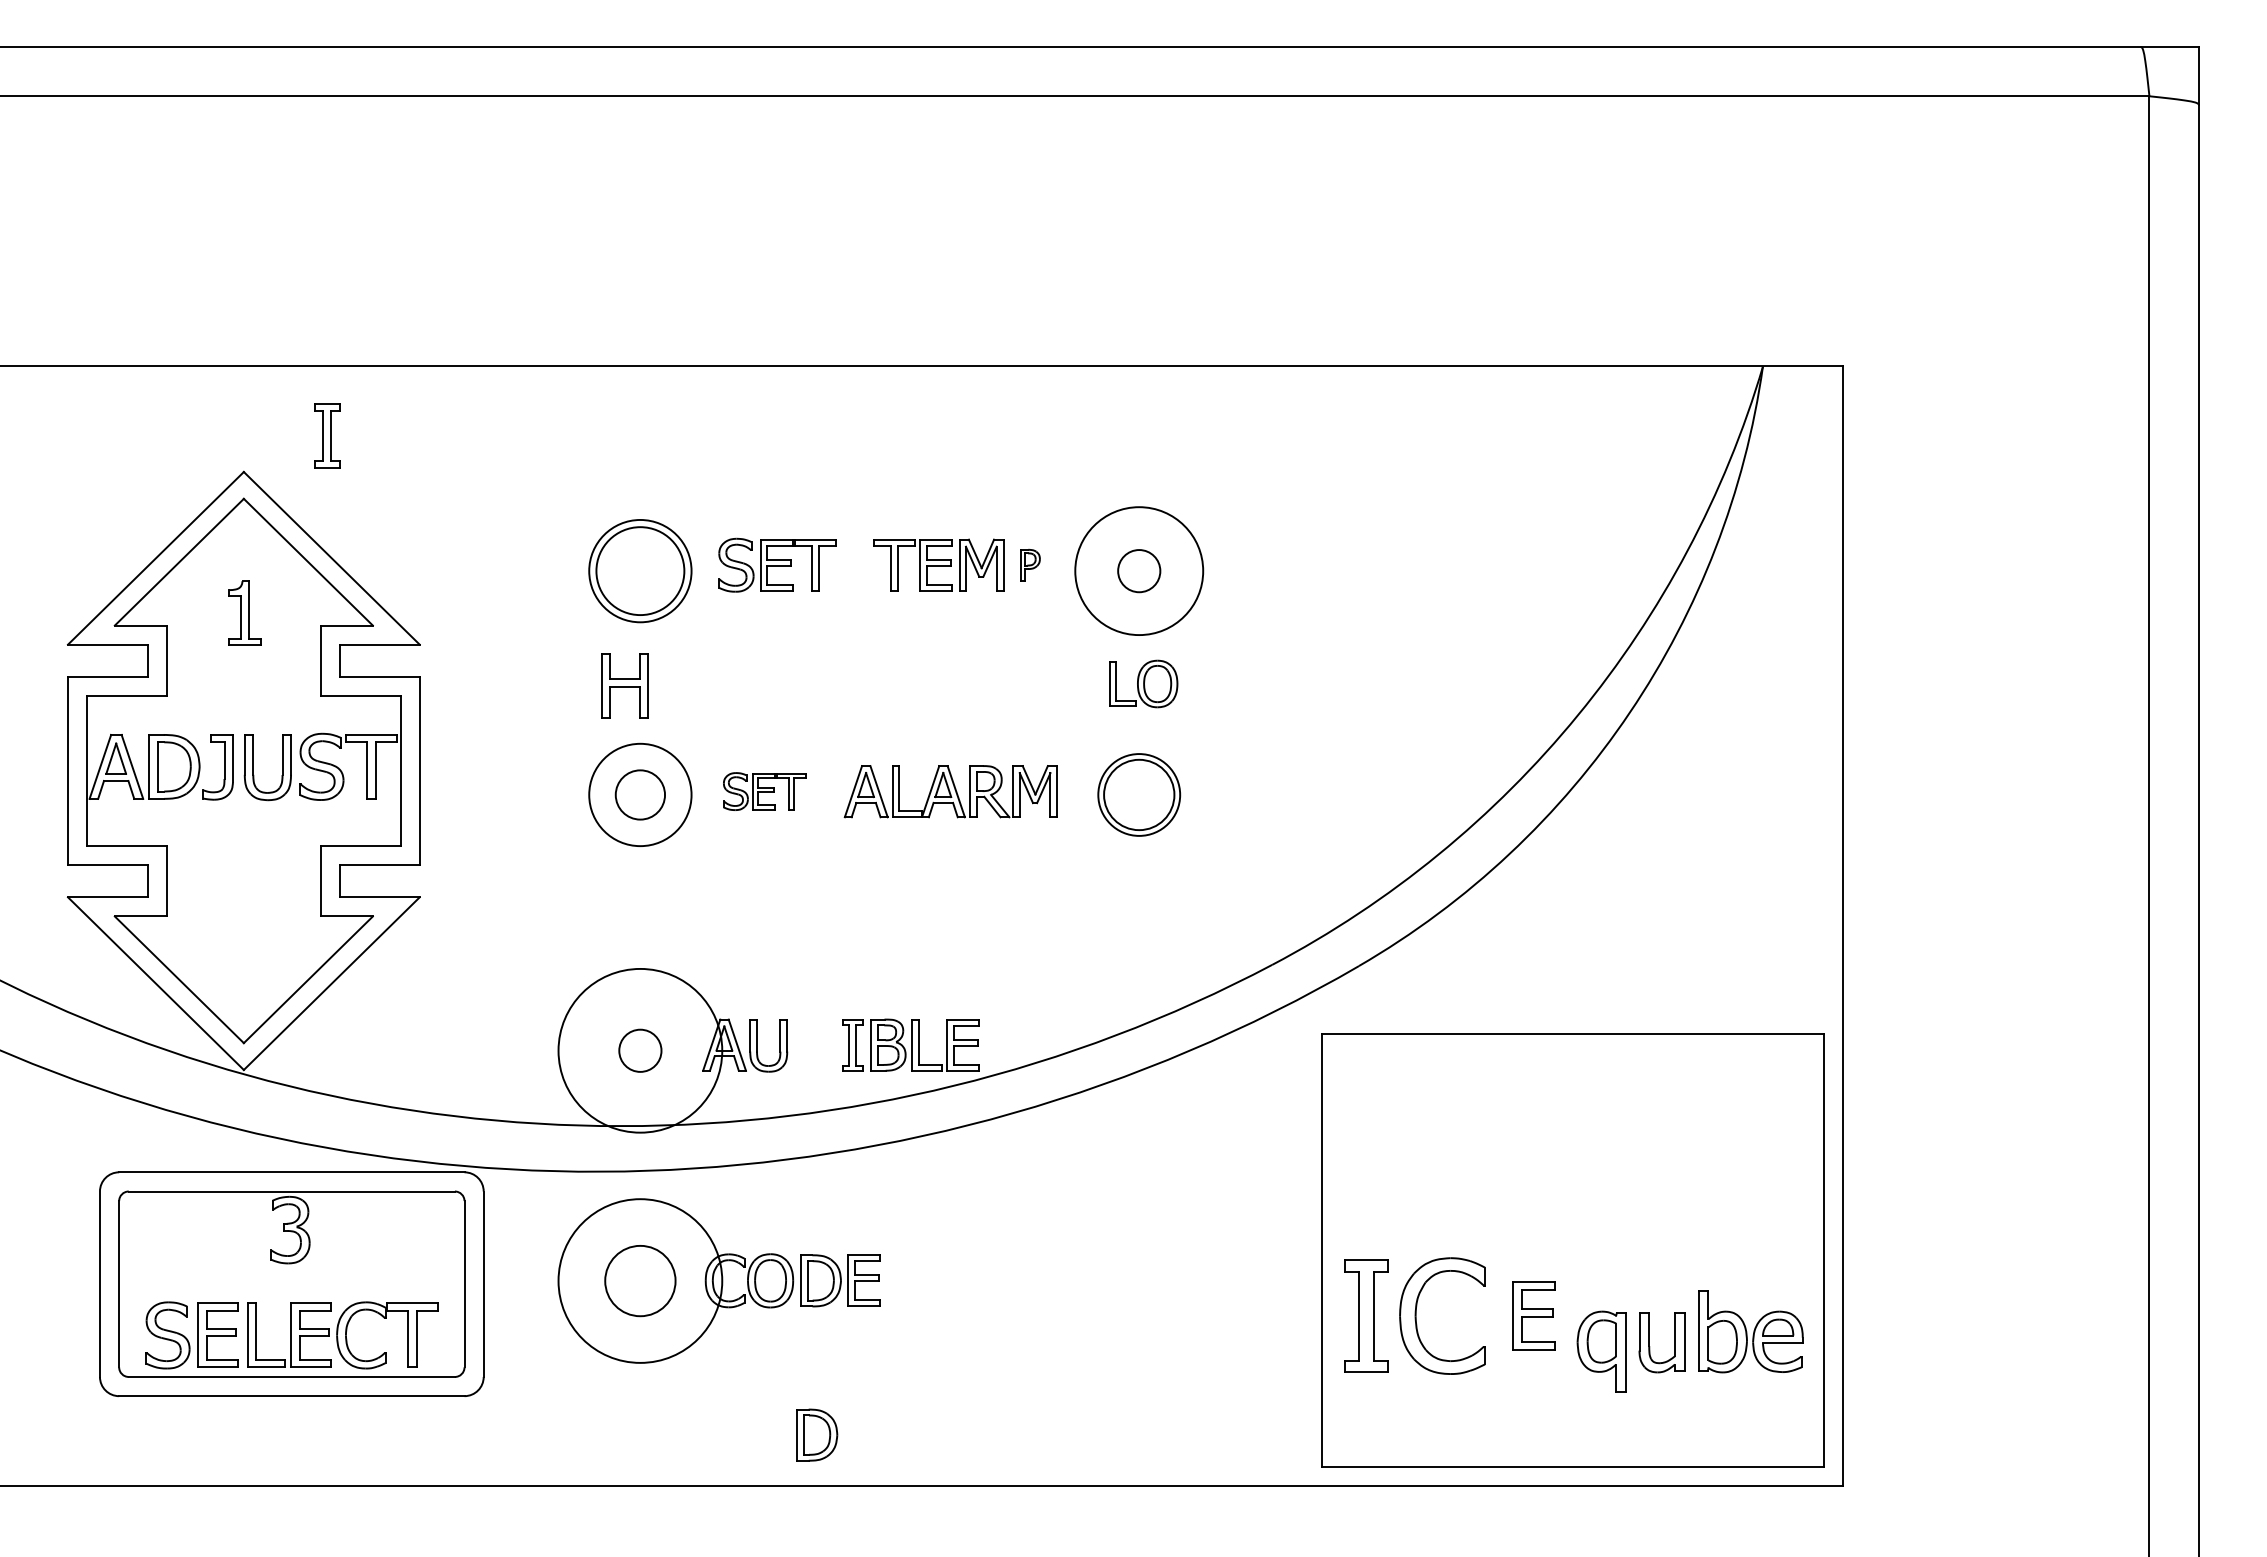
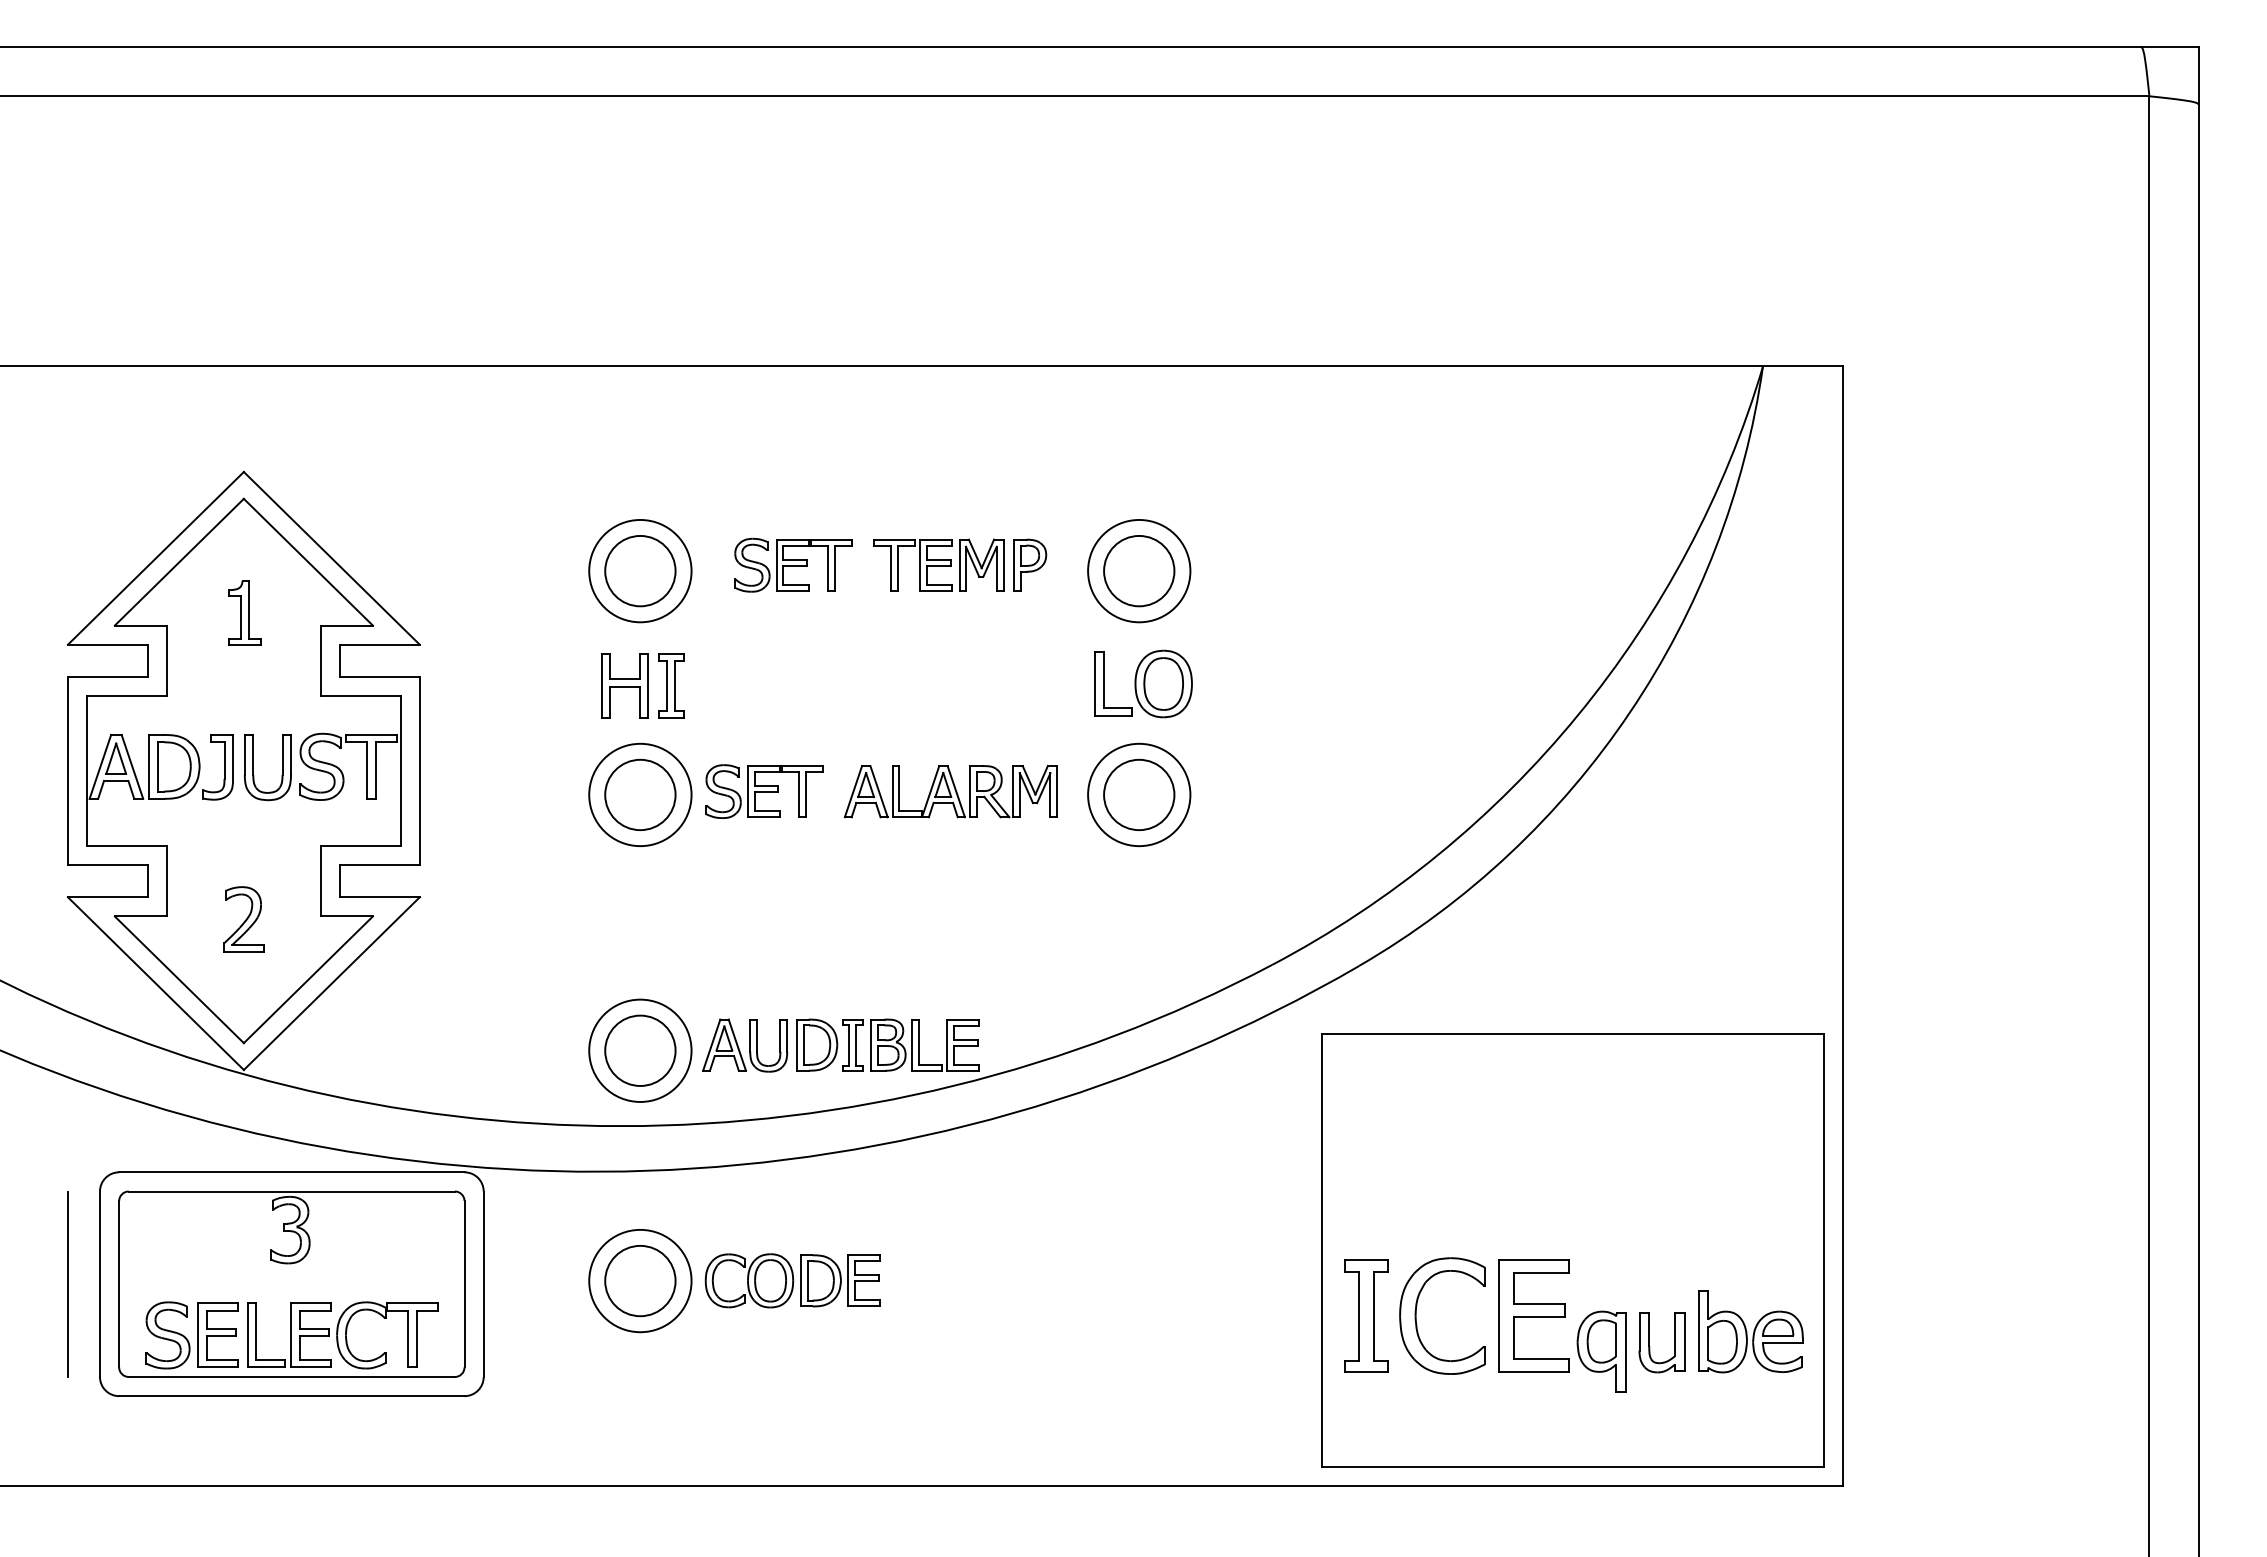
part at (327, 435) position: (327, 435) -> (671, 685)
part at (777, 564) position: (777, 564) -> (793, 564)
part at (1030, 565) size: 21x33 px -> 35x54 px
circle at (640, 571) diameter: 88 px -> 70 px
circle at (1139, 571) diameter: 128 px -> 102 px
circle at (1139, 571) diameter: 42 px -> 70 px
part at (1143, 683) size: 70x50 px -> 99x70 px
part at (764, 791) size: 84x39 px -> 119x55 px
circle at (640, 794) diameter: 49 px -> 70 px
circle at (1139, 794) diameter: 82 px -> 102 px
part at (243, 919): none -> present
circle at (640, 1050) diameter: 164 px -> 102 px
circle at (640, 1050) diameter: 42 px -> 70 px
circle at (640, 1280) diameter: 164 px -> 102 px
line at (68, 1283): none -> present
part at (1533, 1315) size: 44x70 px -> 72x114 px
part at (817, 1434) position: (817, 1434) -> (817, 1044)
